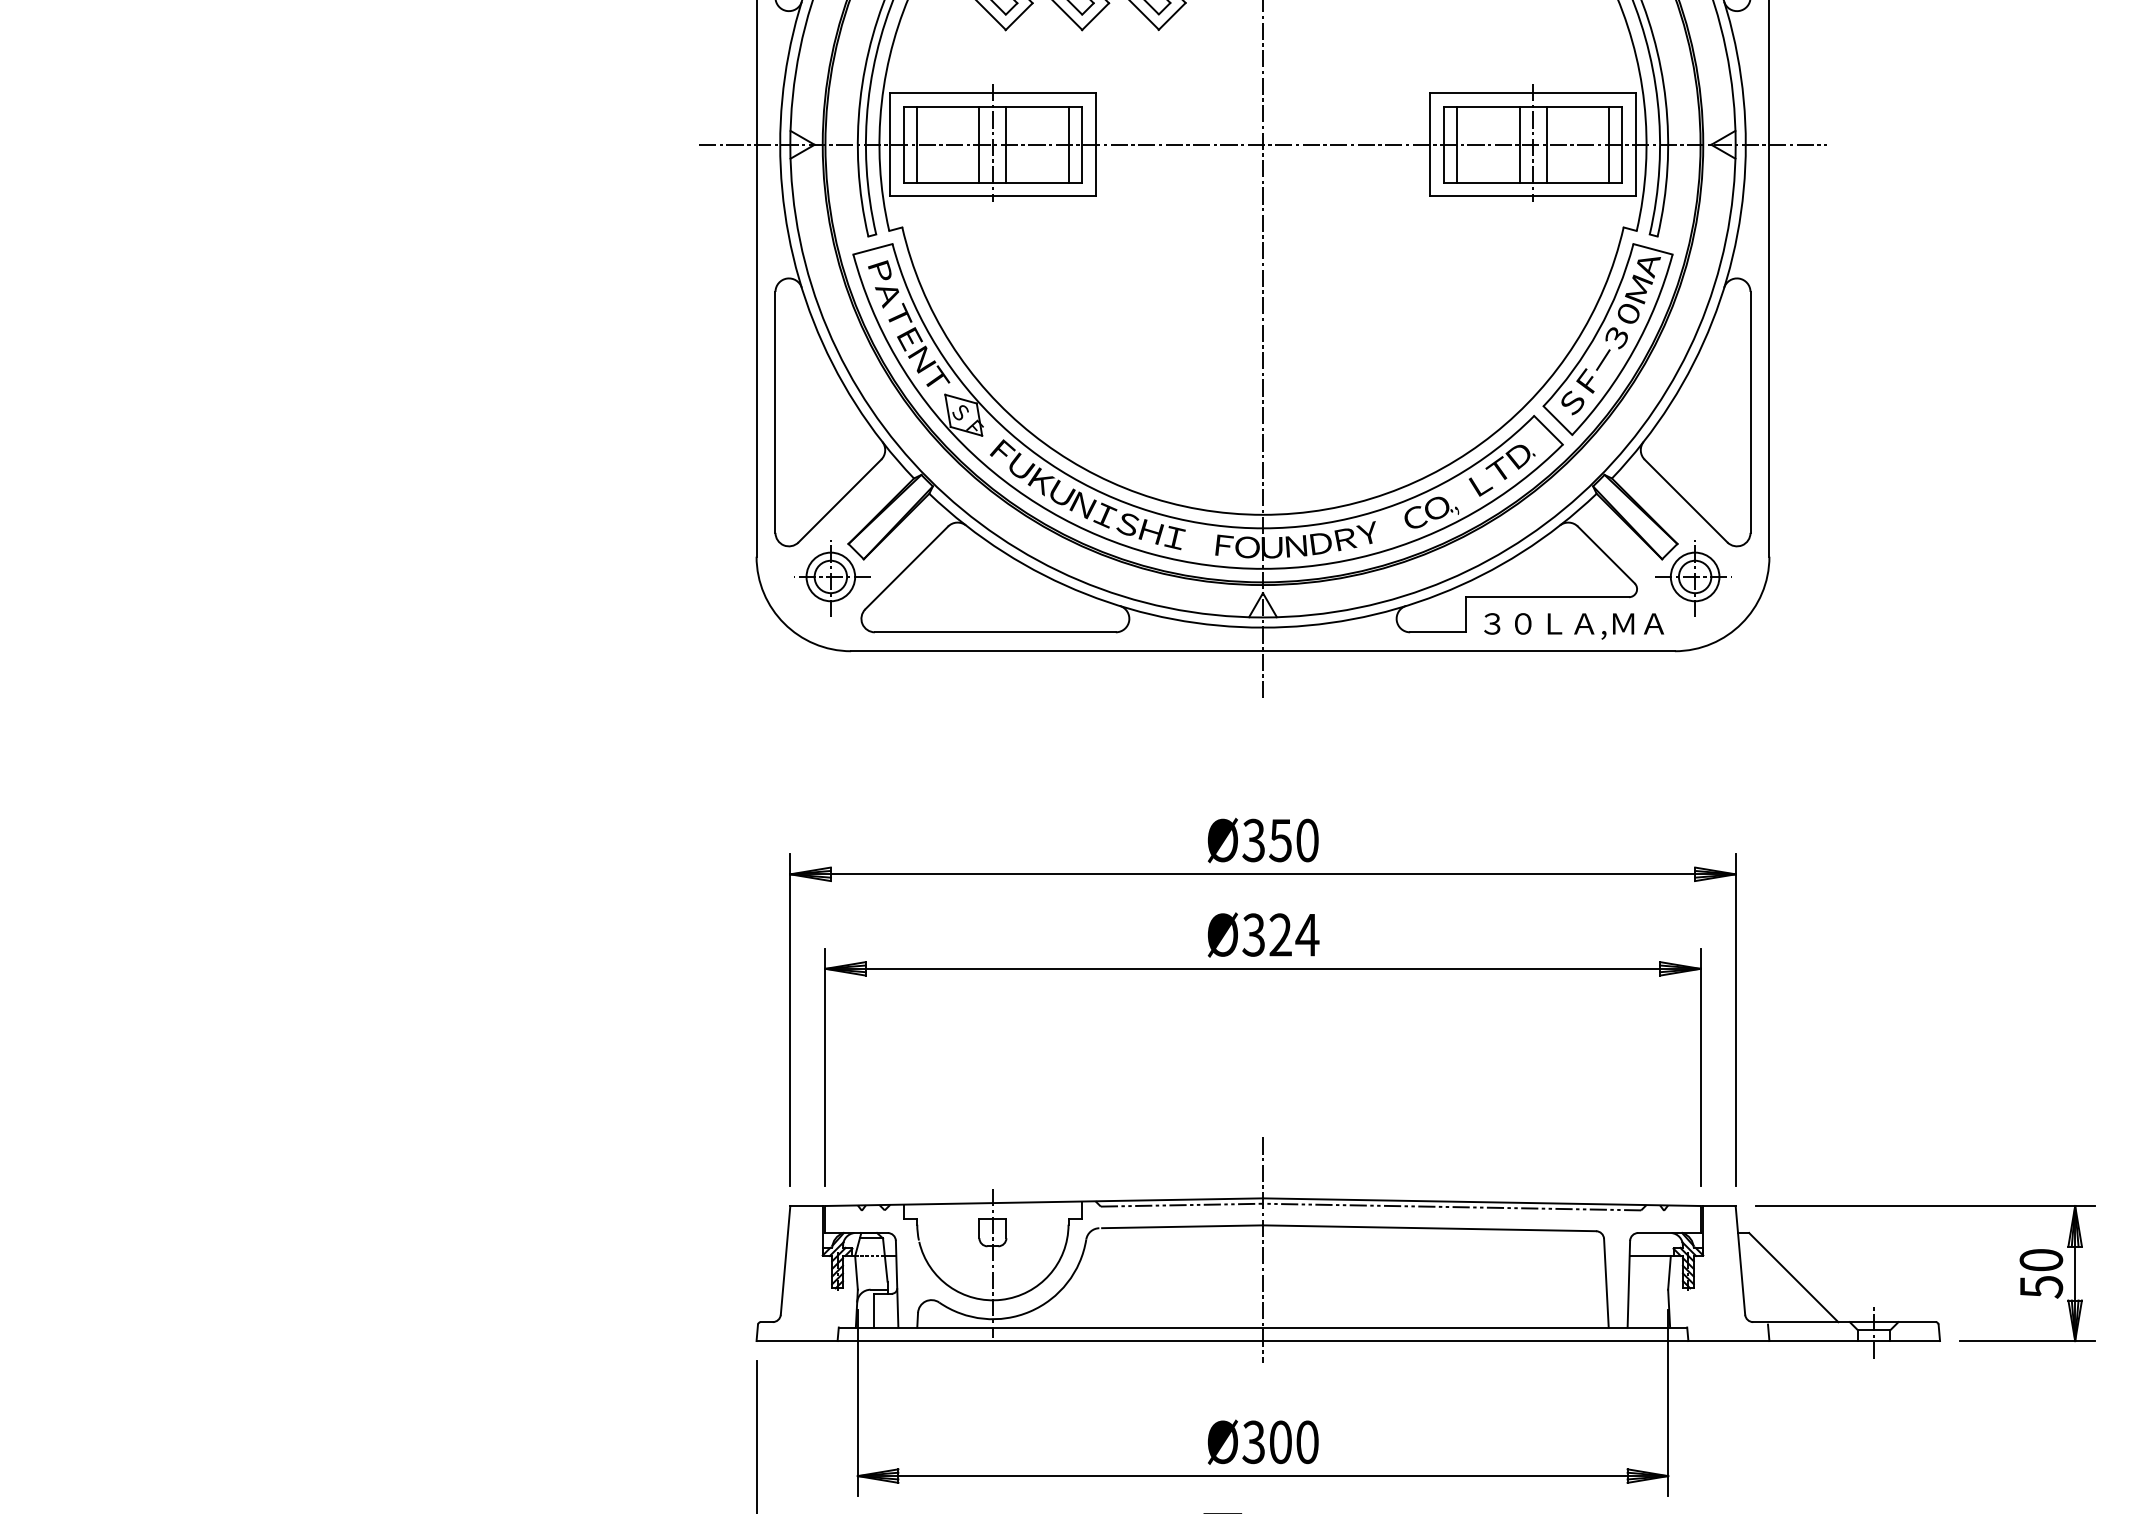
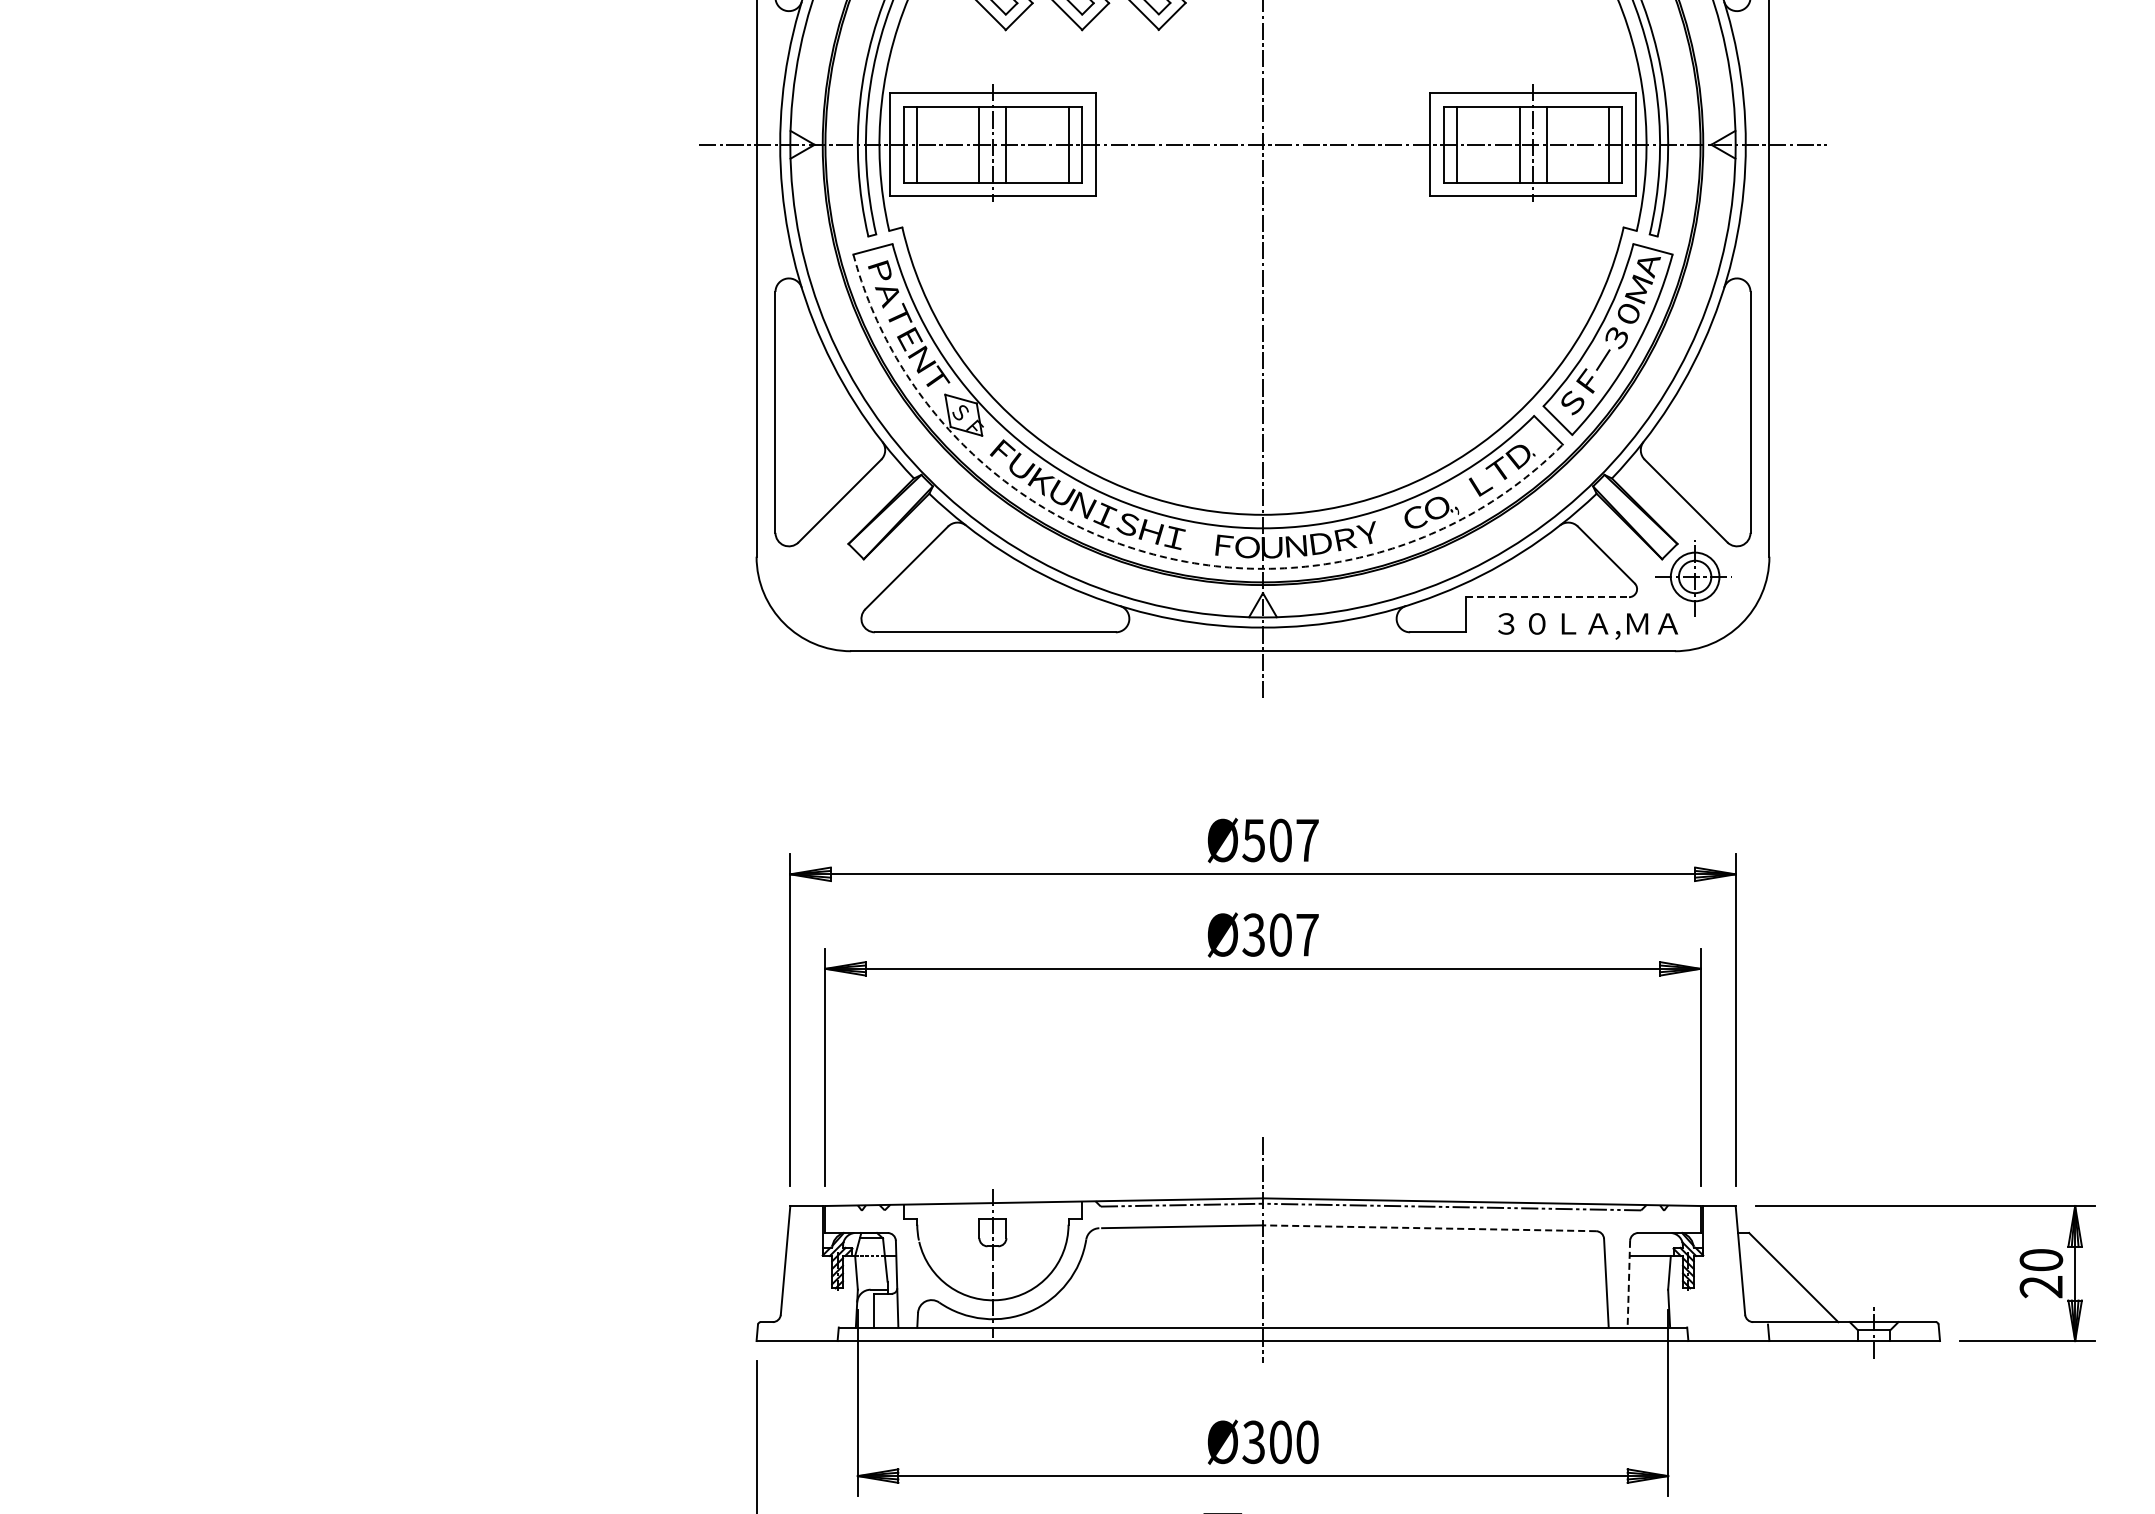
arc at (1153, 554): solid -> dashed
part at (832, 578): present -> none
line at (1547, 597): solid -> dashed
text at (1574, 626) position: (1574, 626) -> (1588, 626)
text at (1280, 840): Ø350 -> Ø507
text at (1294, 934): Ø324 -> Ø307
line at (1429, 1228): solid -> dashed
line at (1628, 1284): solid -> dashed
text at (2041, 1287): 50 -> 20
